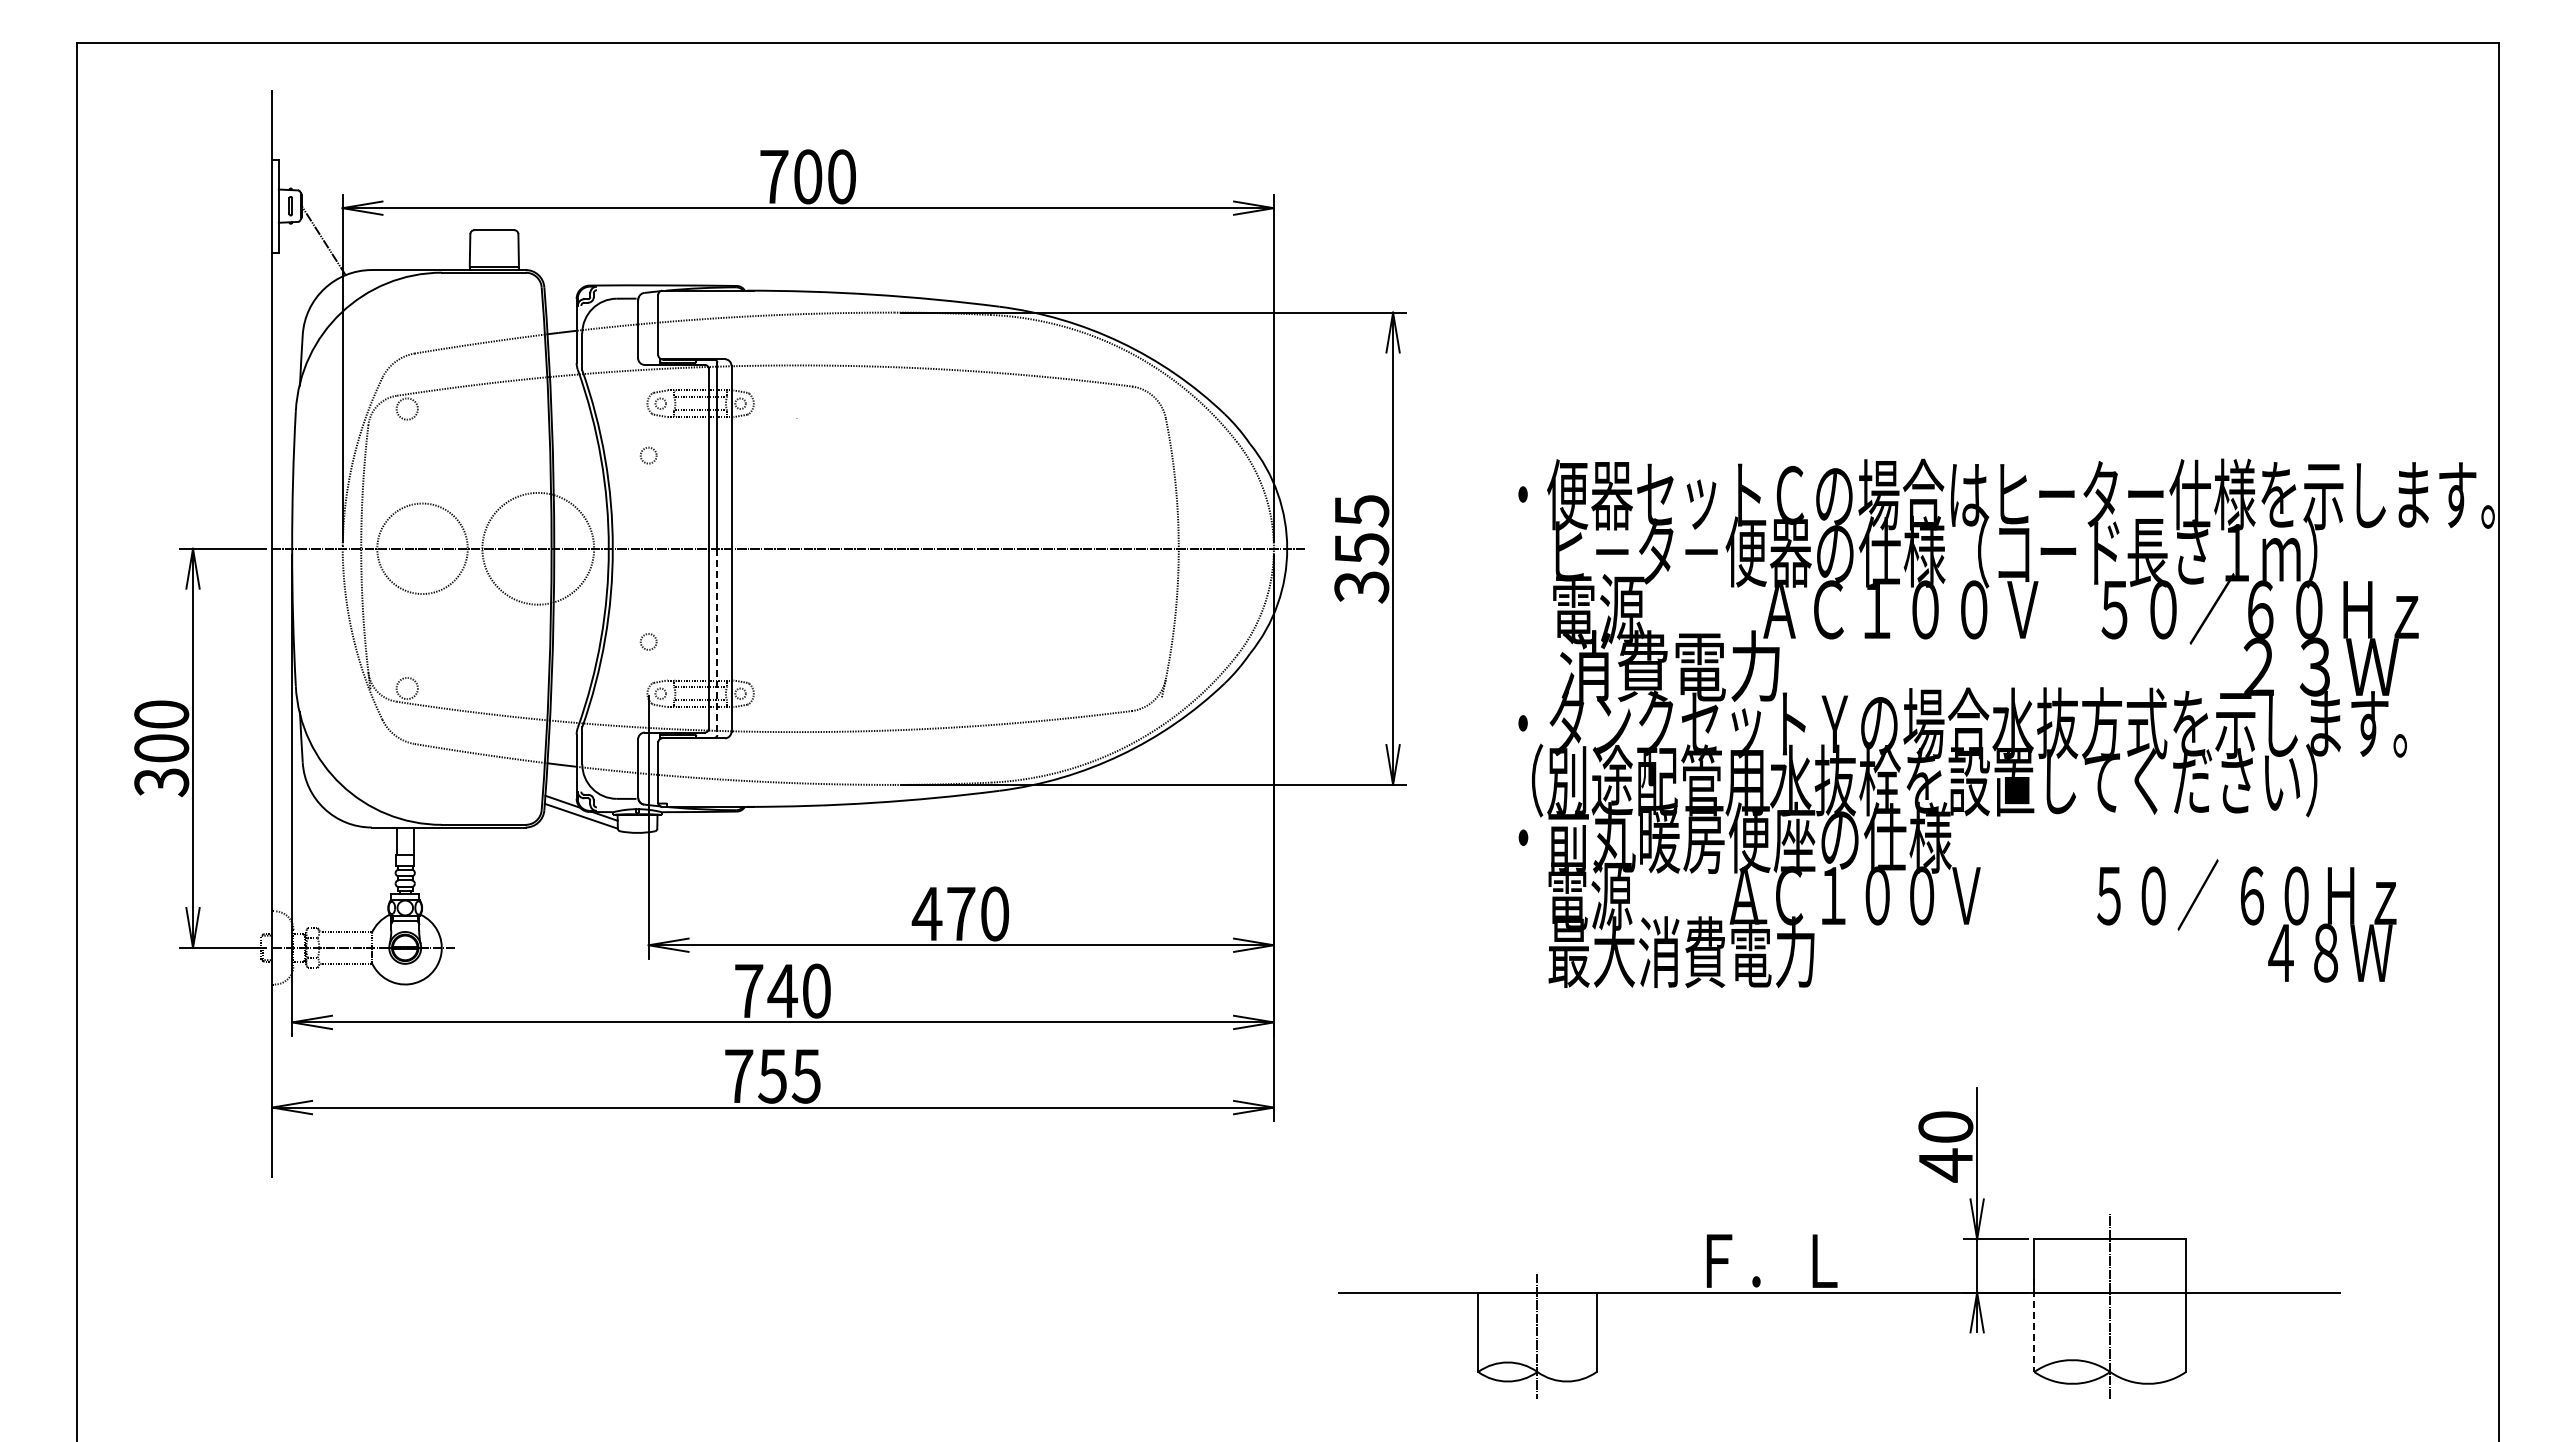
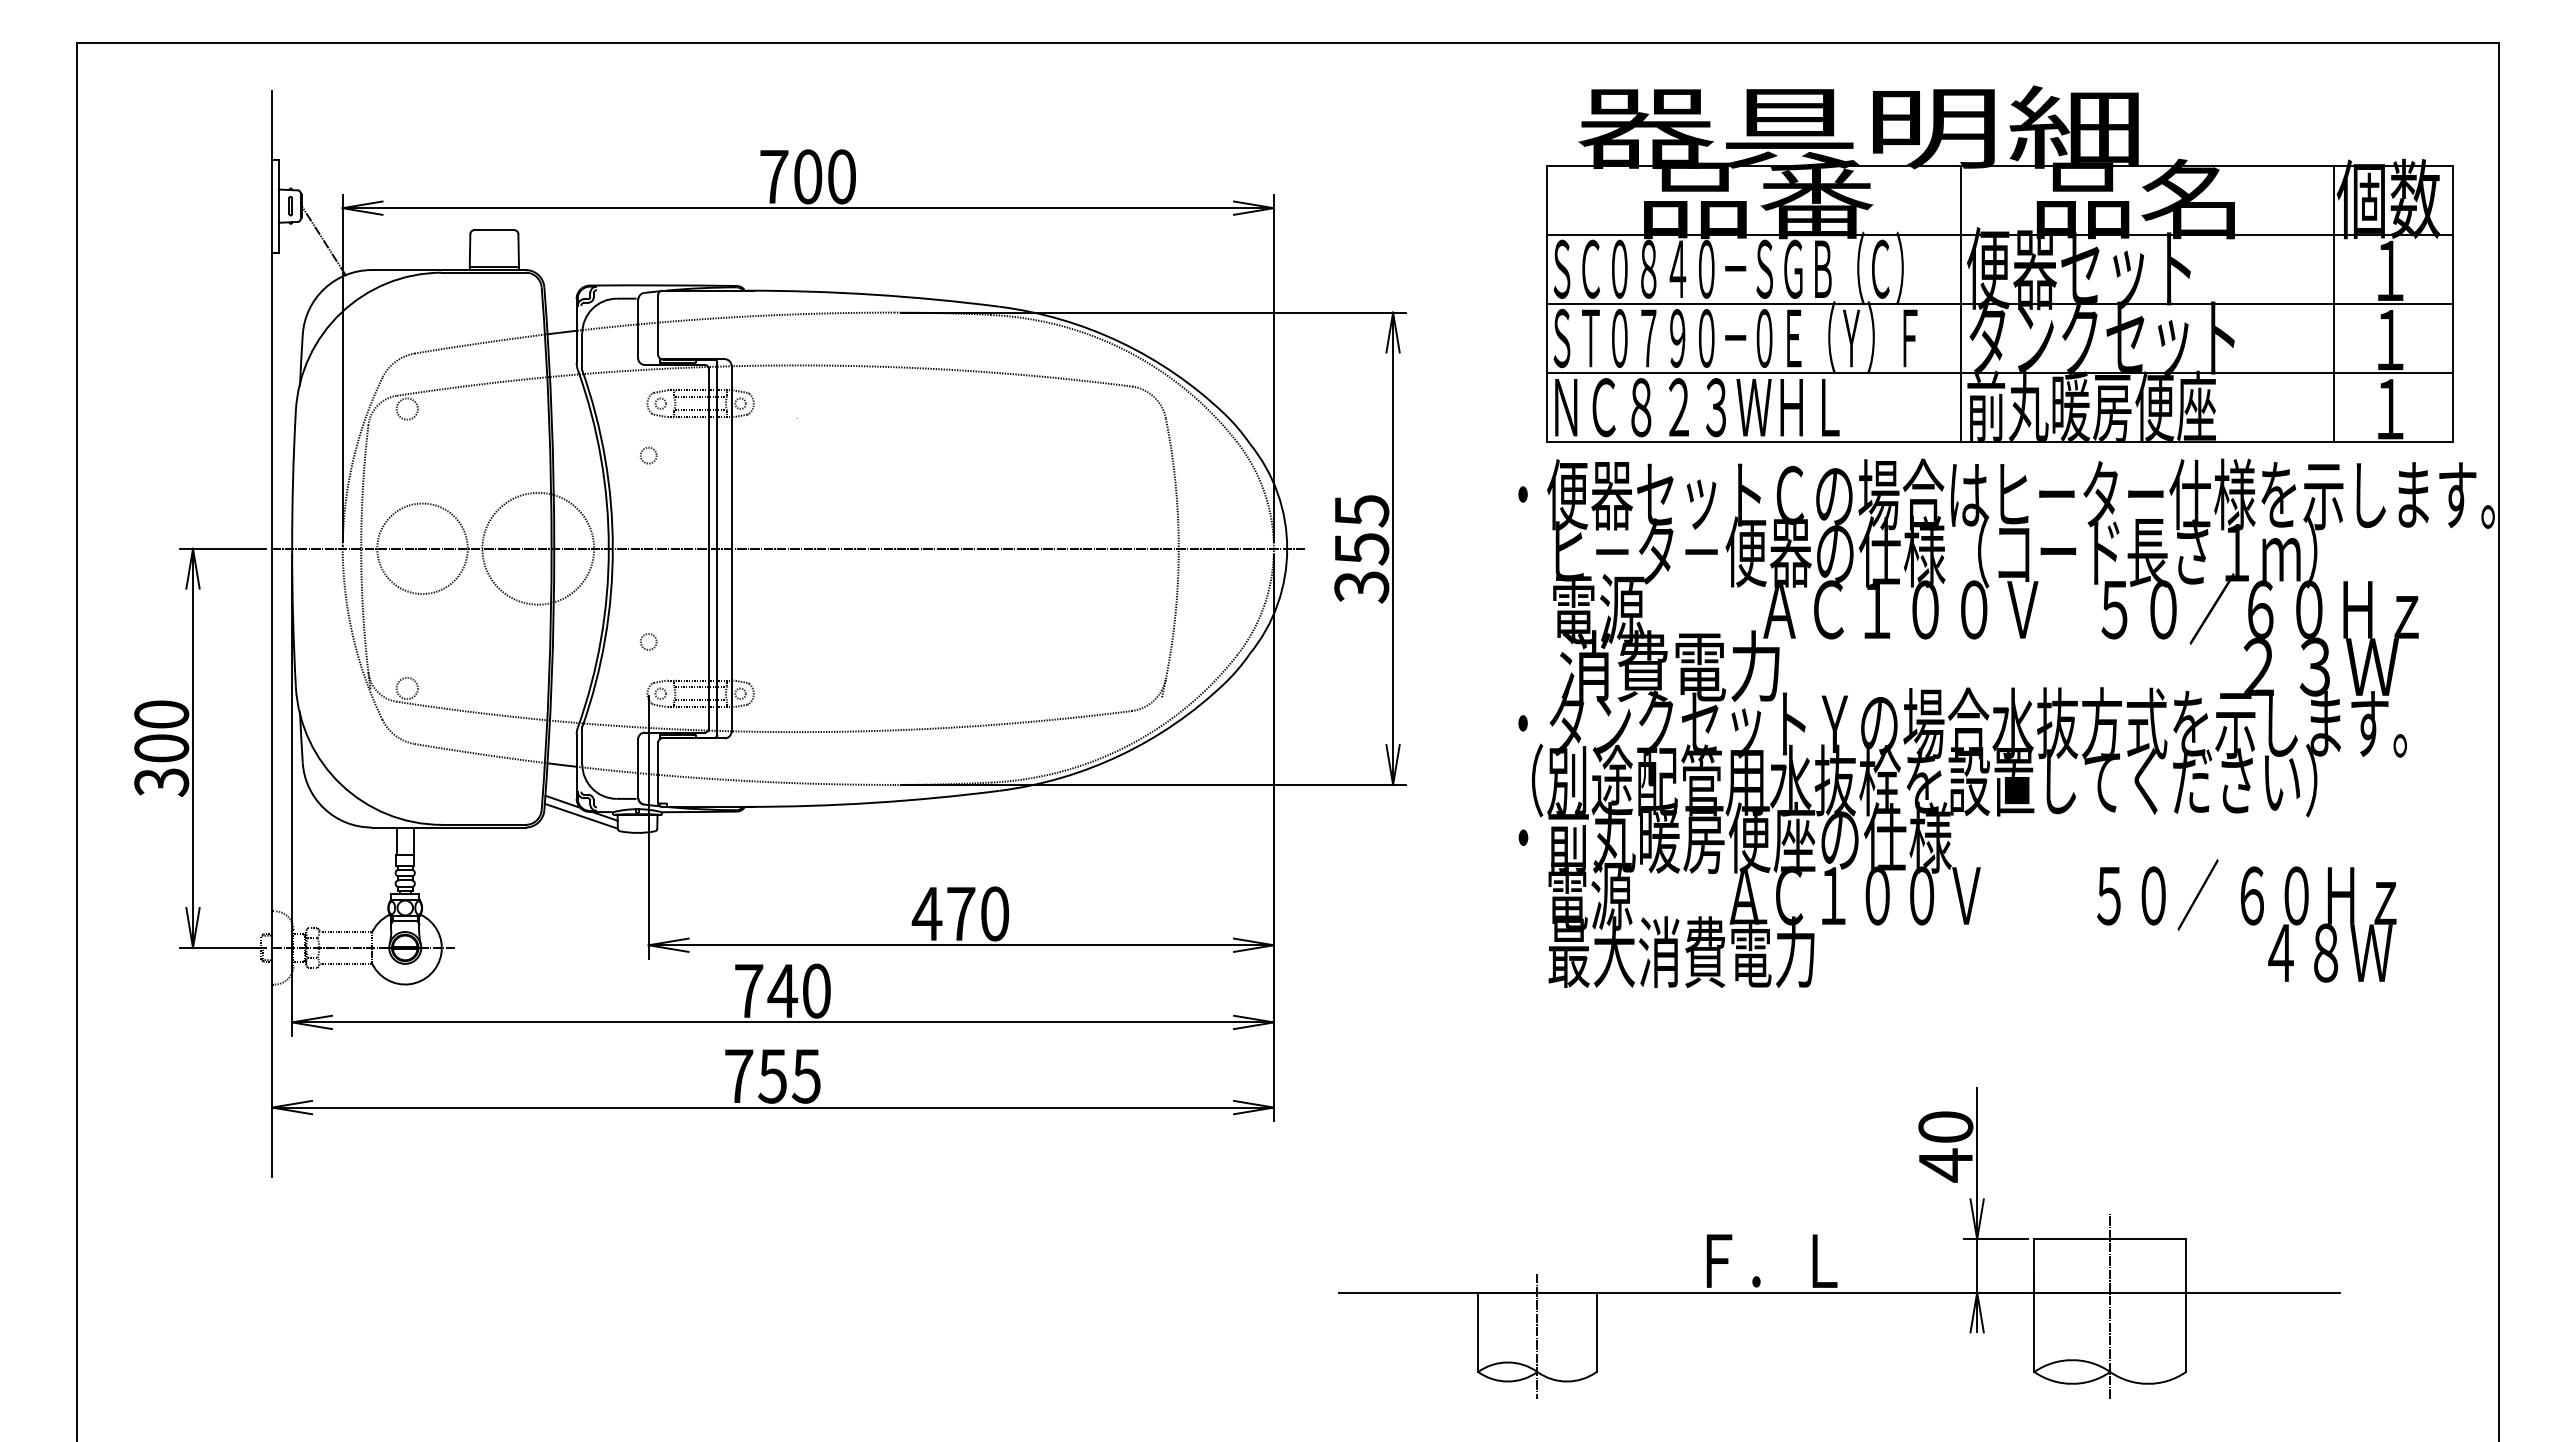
part at (1999, 263): none -> present
line at (717, 642): dashed -> solid
line at (2034, 1326): dashed -> solid
